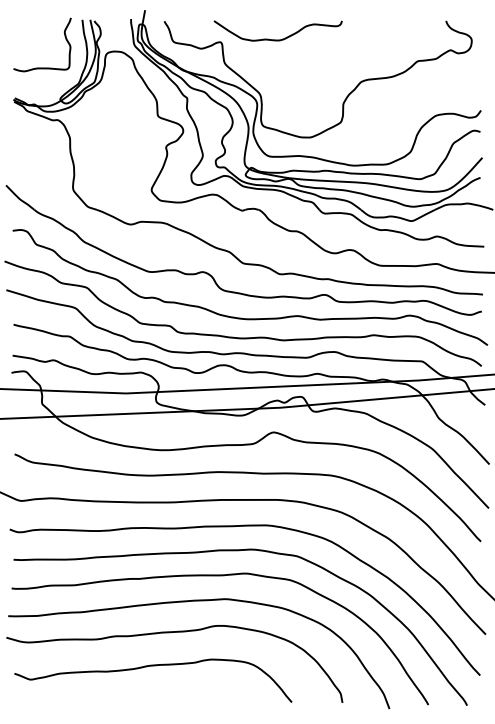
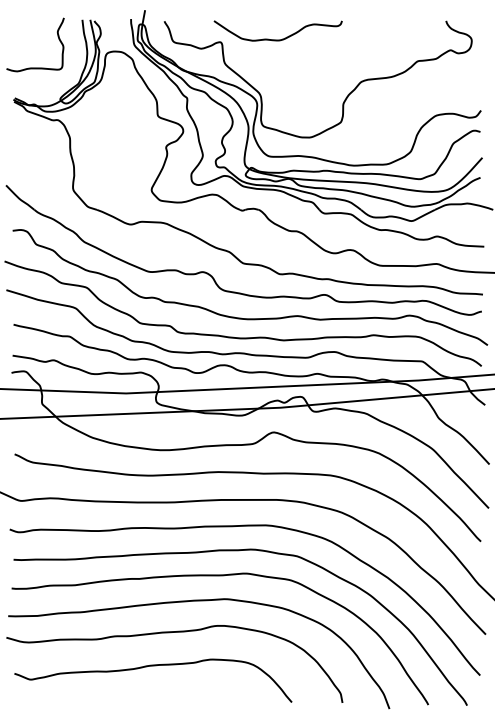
curve at (42, 67) position: (42, 67) -> (35, 67)
